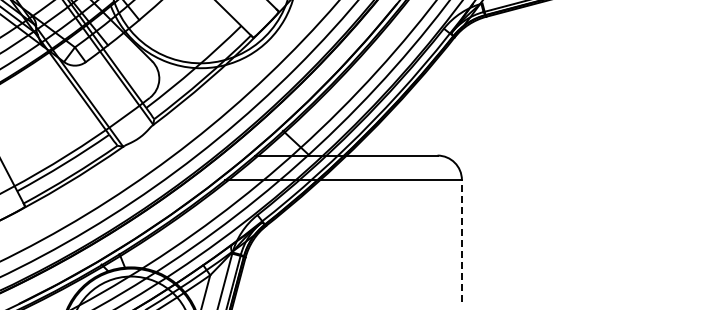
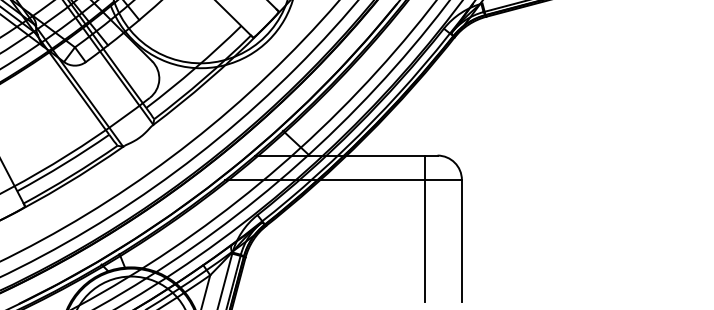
line at (425, 228): none -> present
line at (461, 240): dashed -> solid
